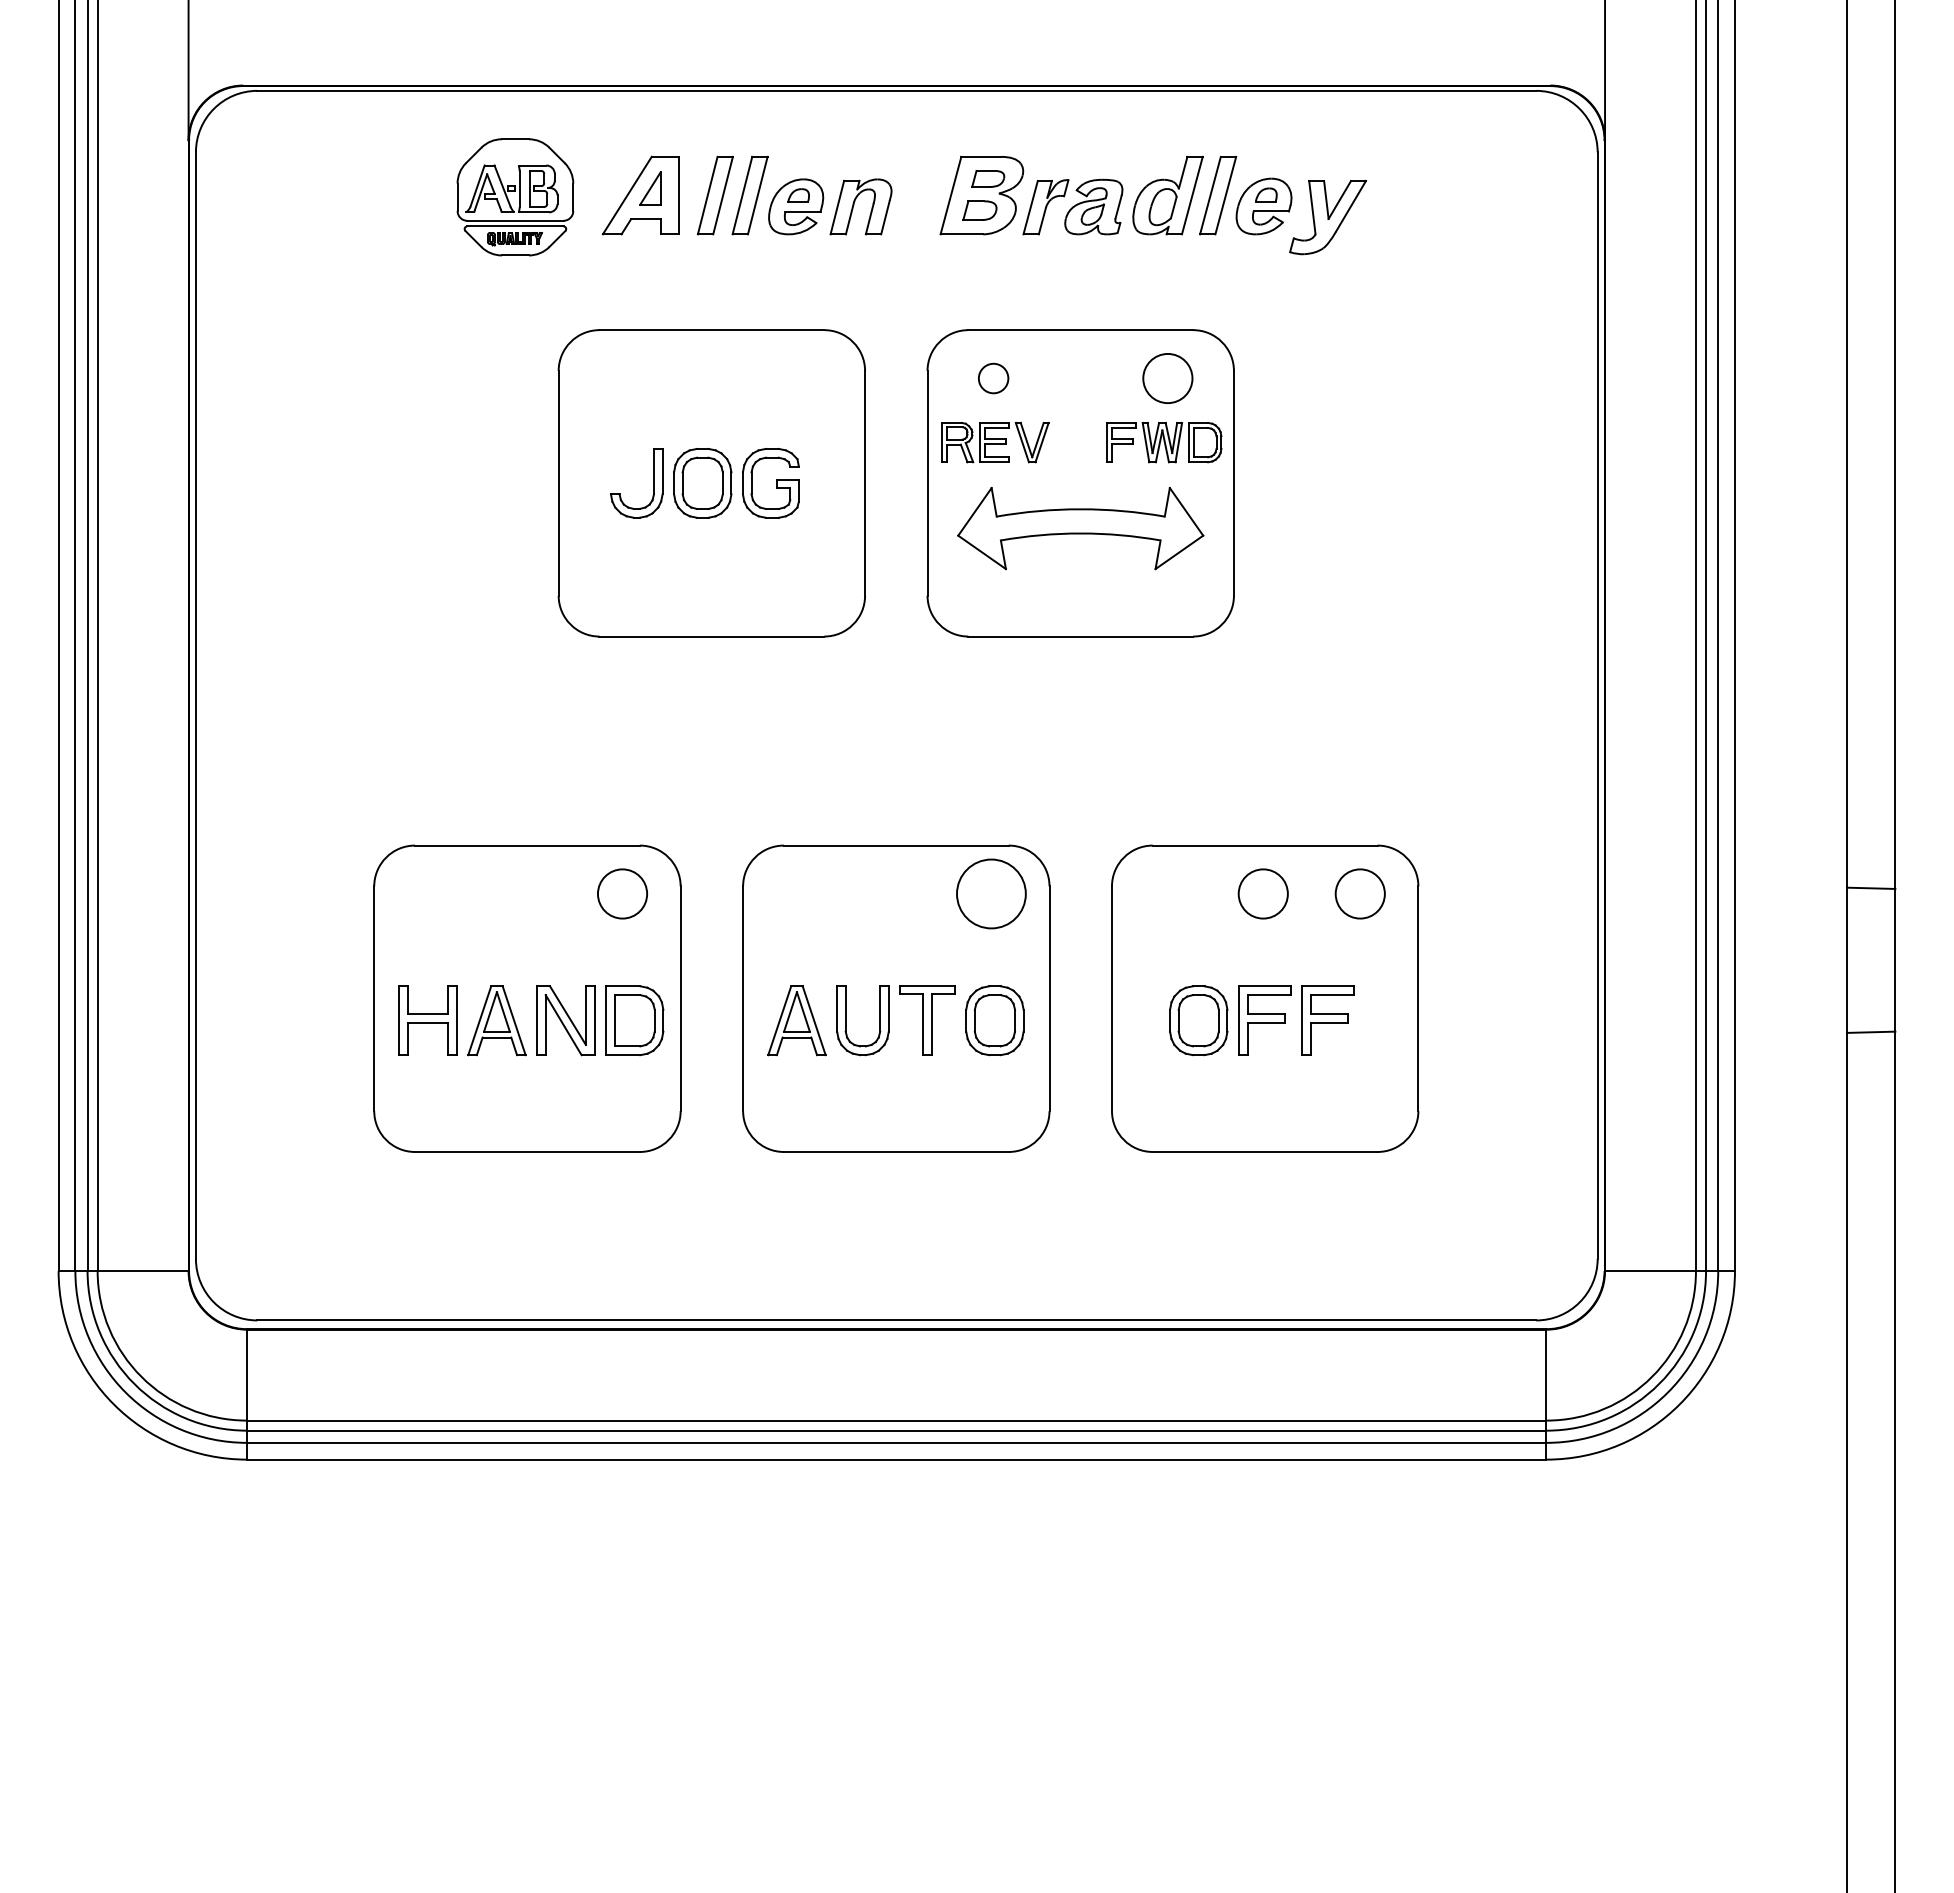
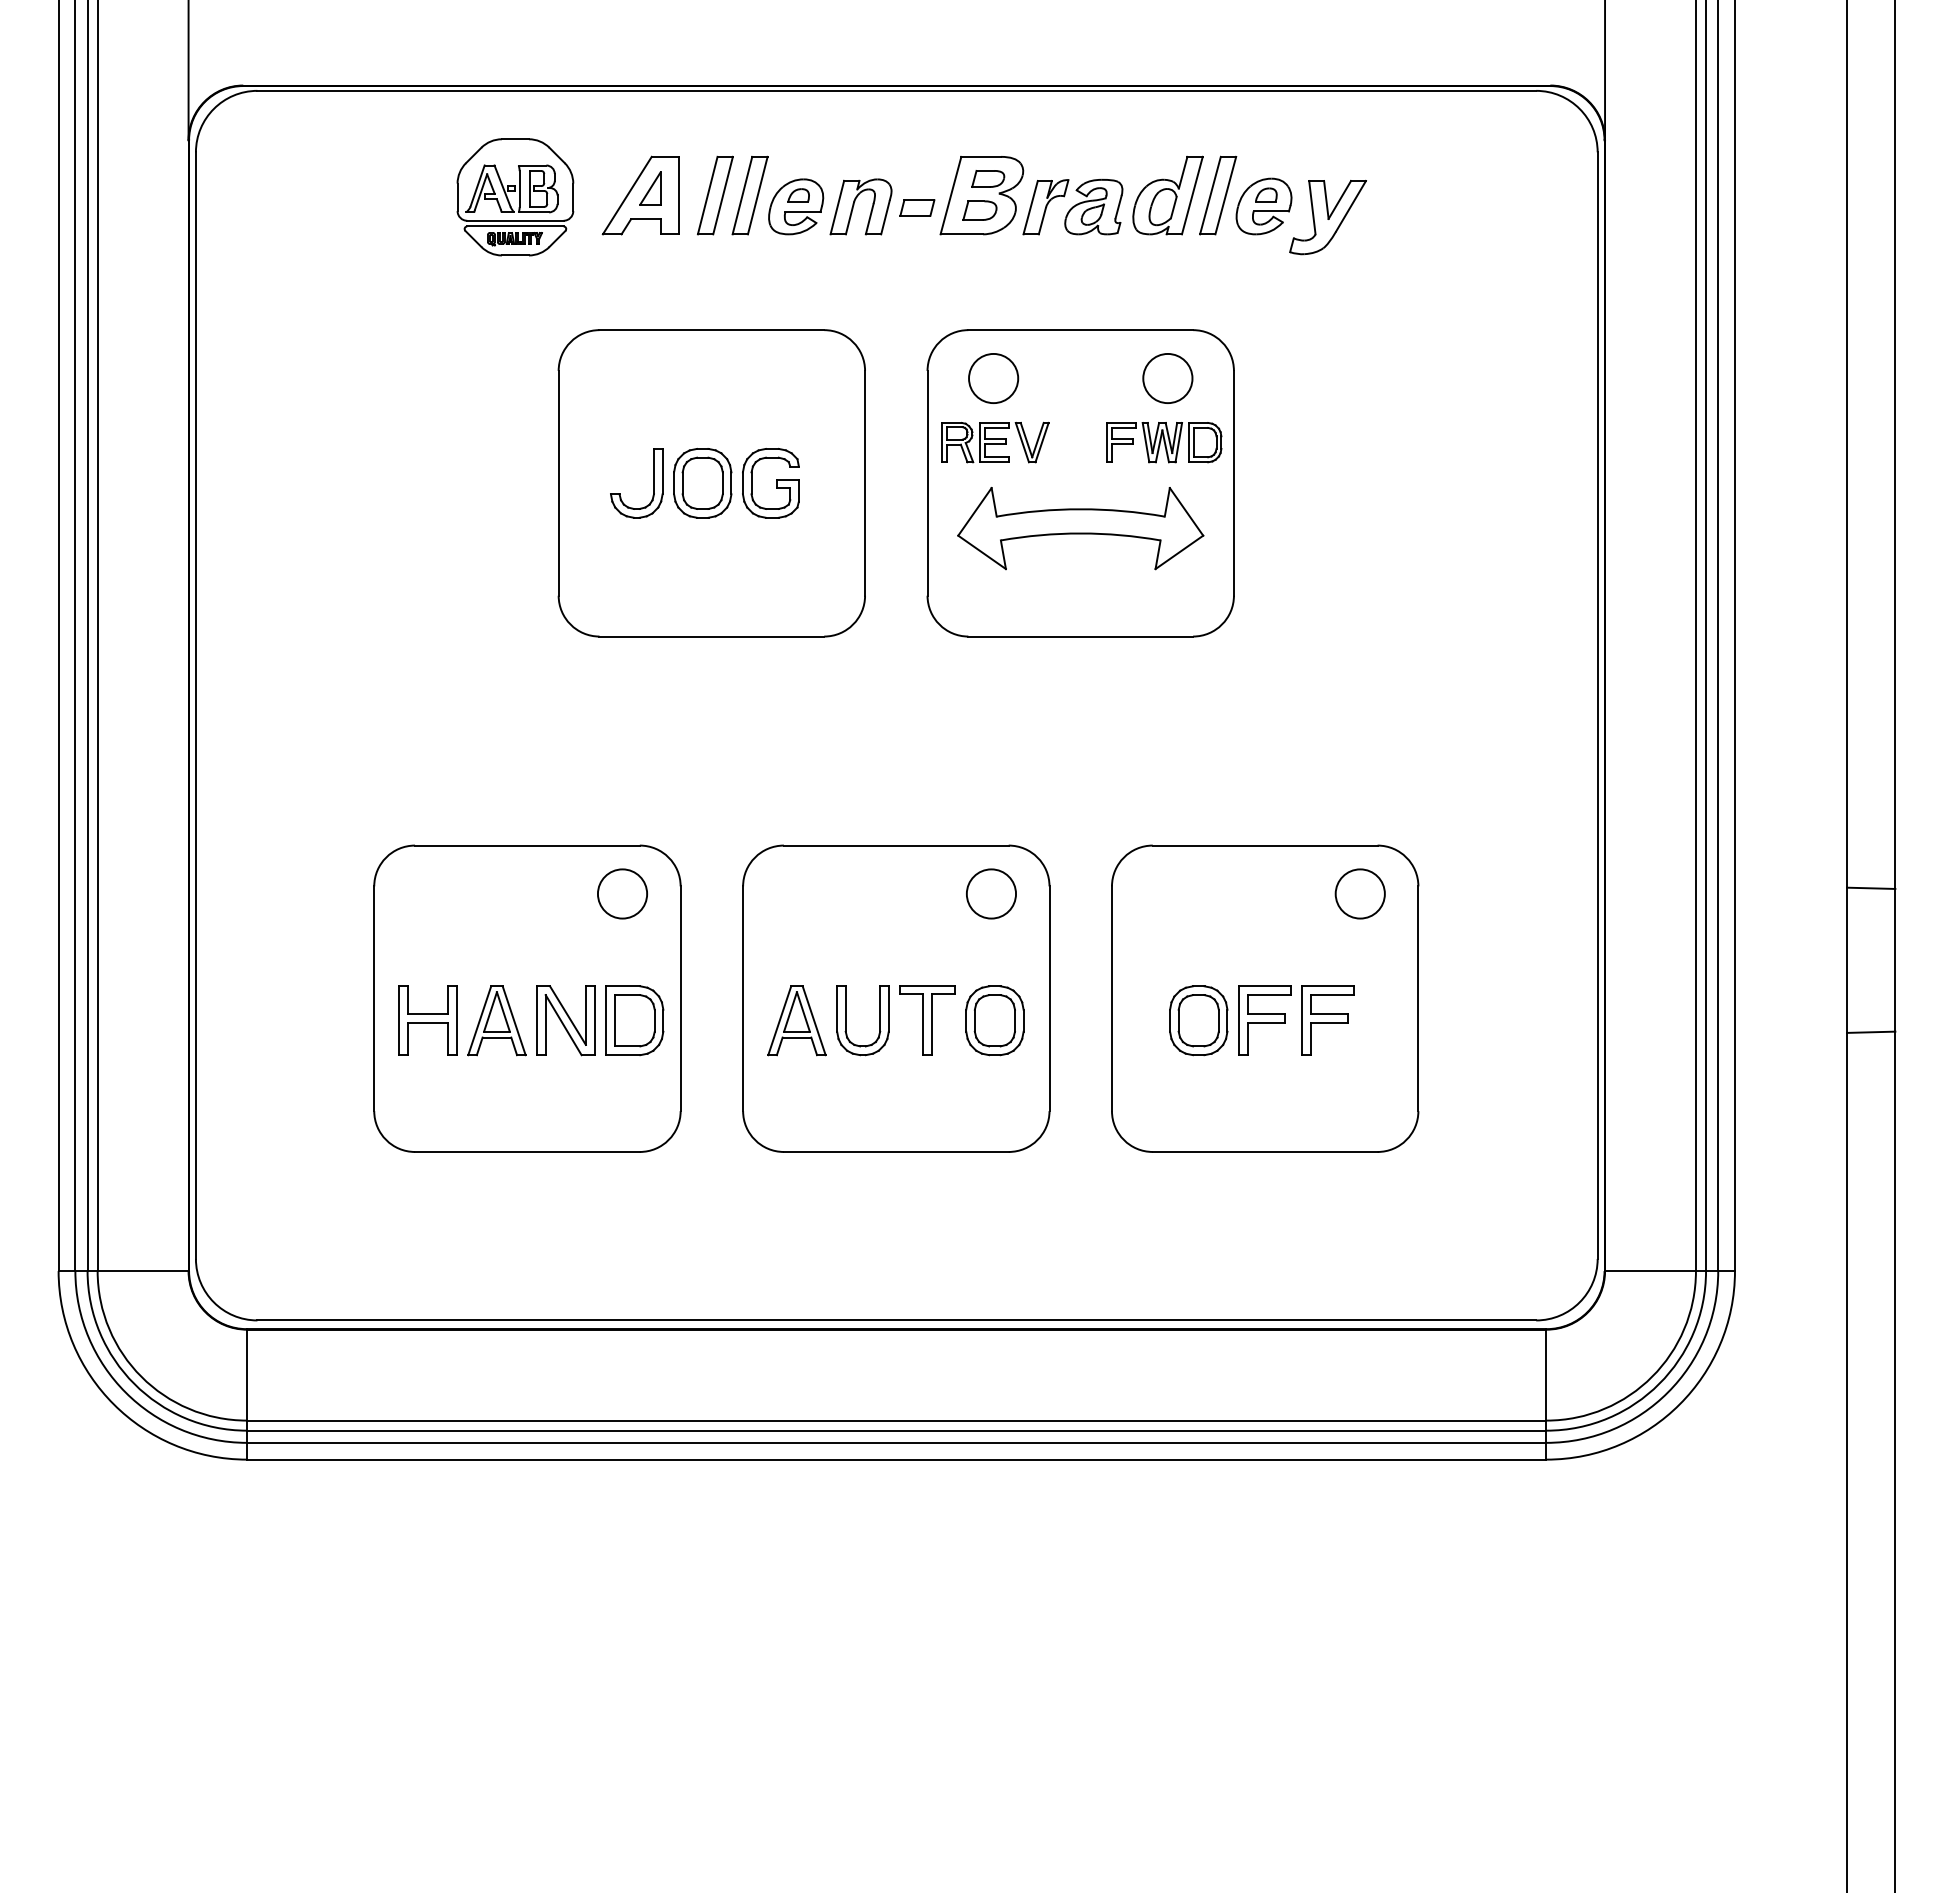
part at (917, 207): none -> present
circle at (993, 378) diameter: 30 px -> 49 px
circle at (991, 893) diameter: 69 px -> 49 px
circle at (1262, 893): present -> none
